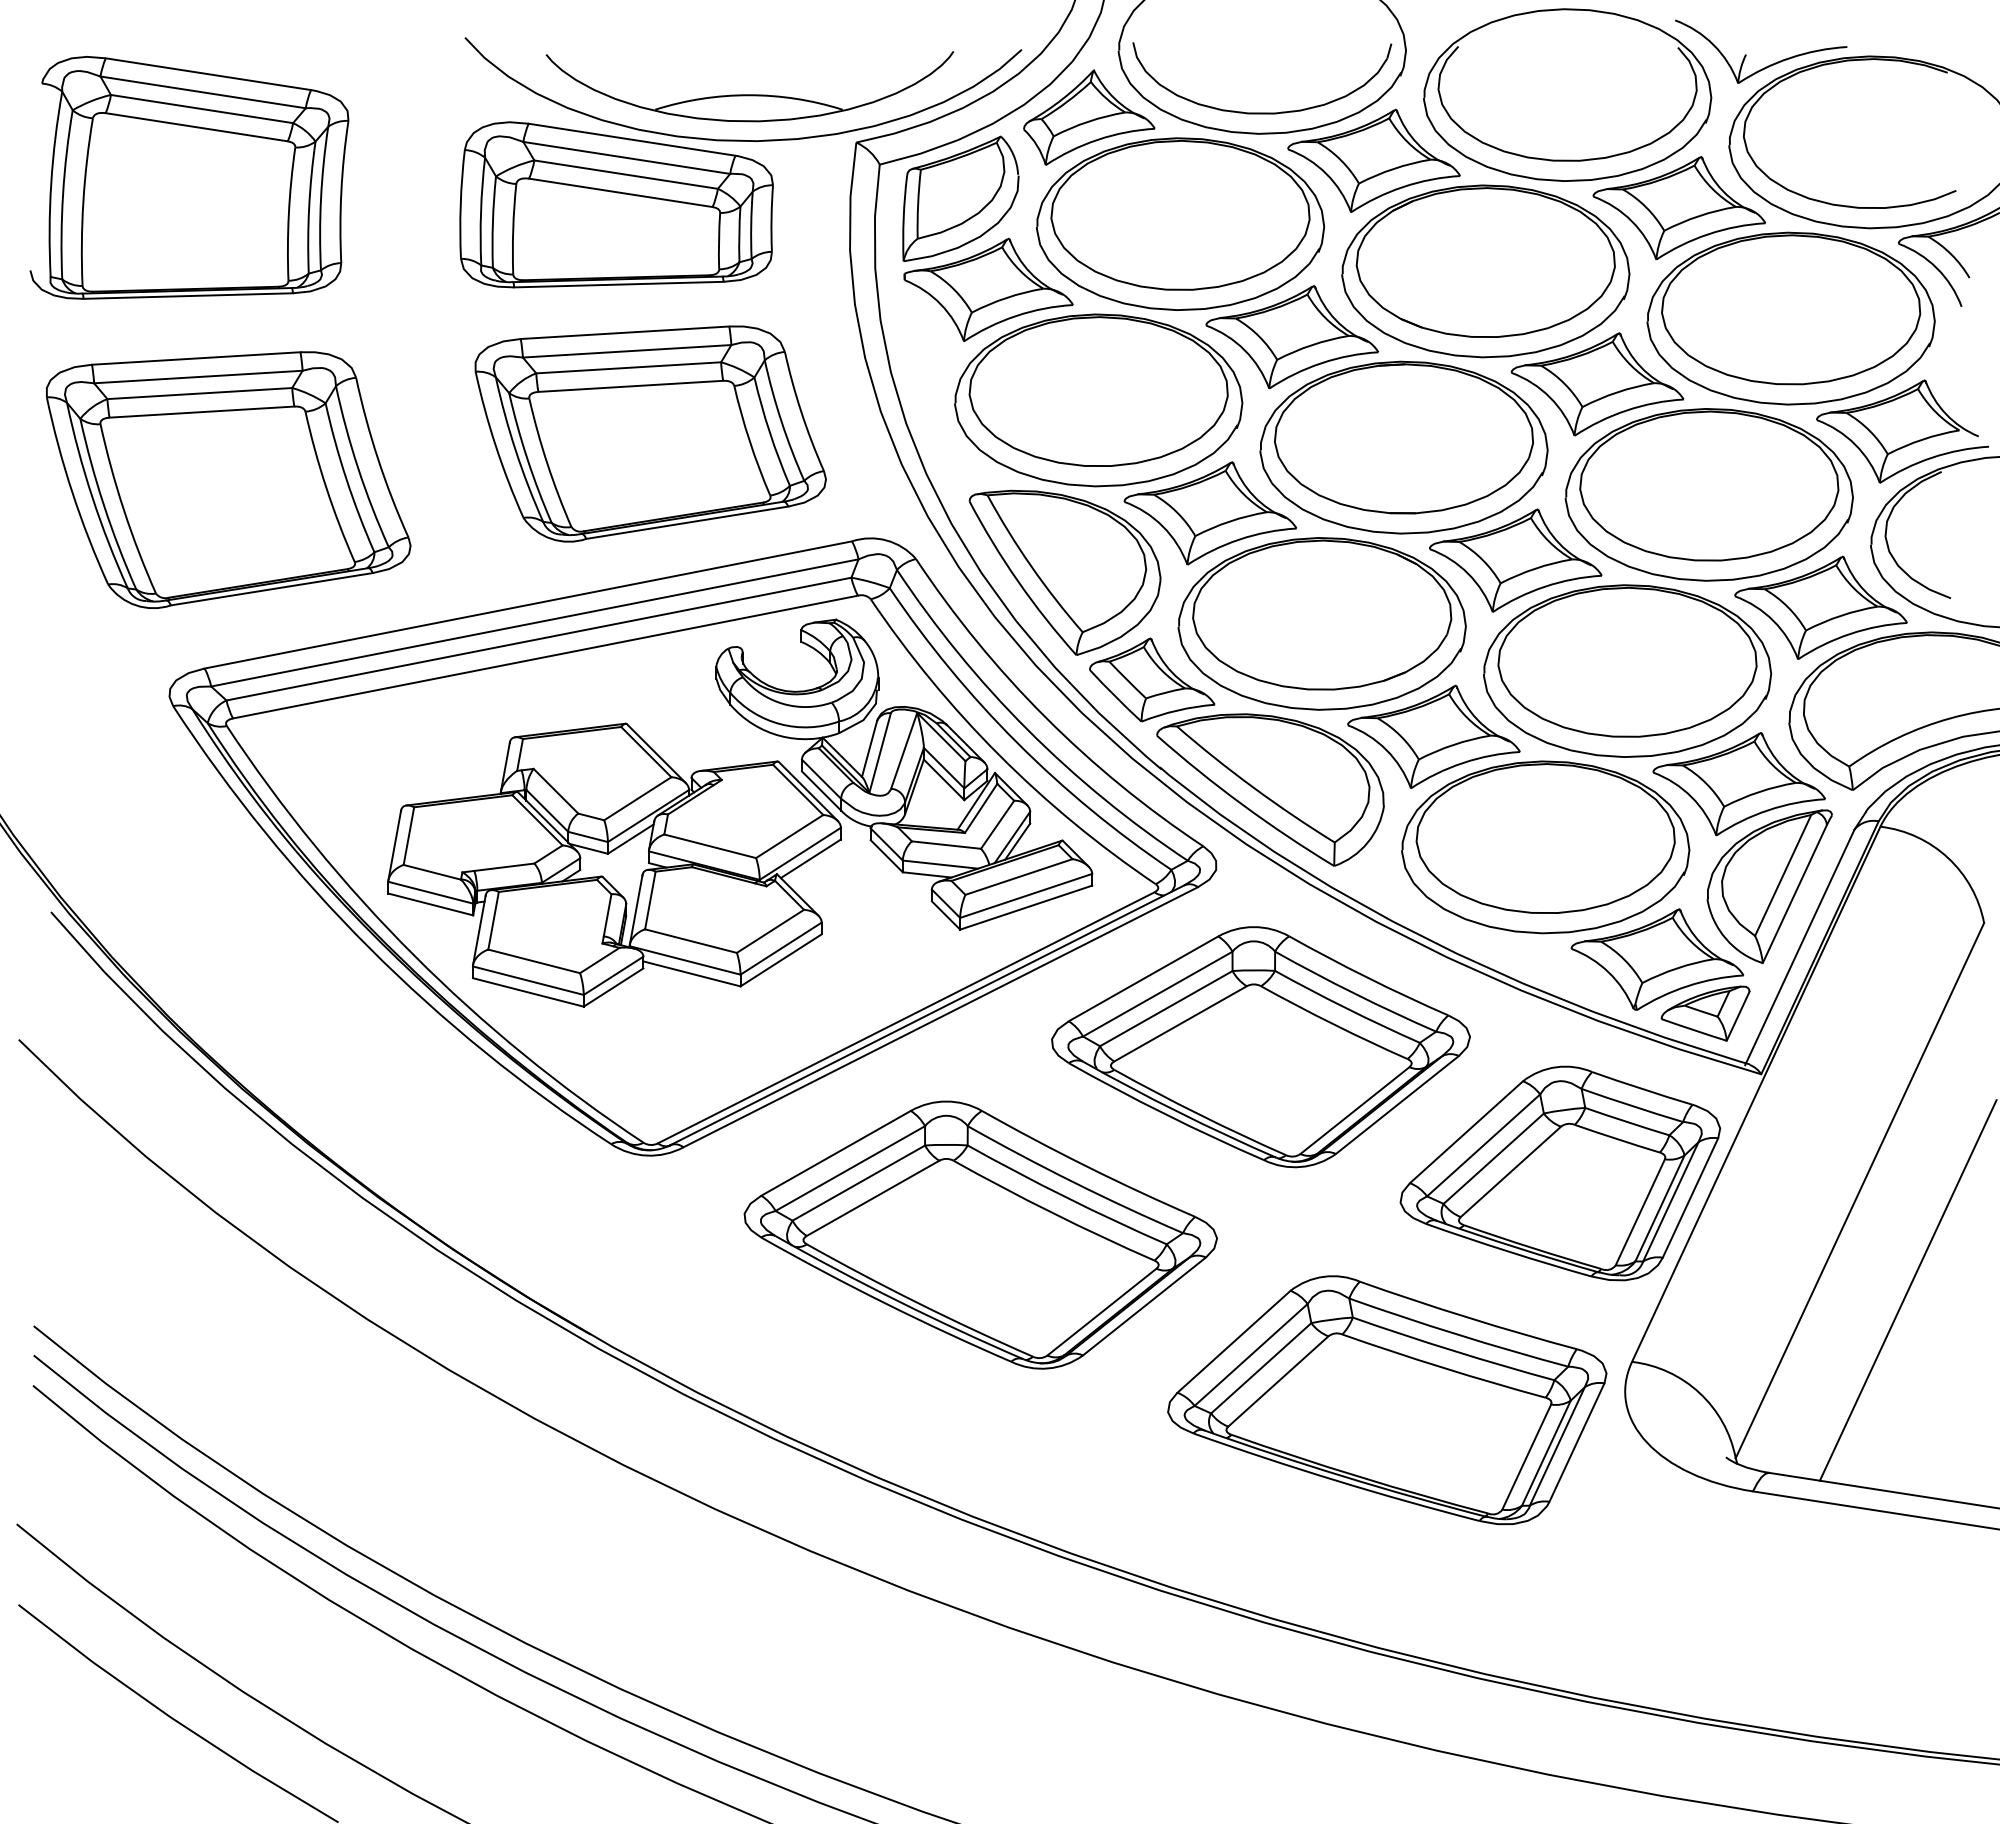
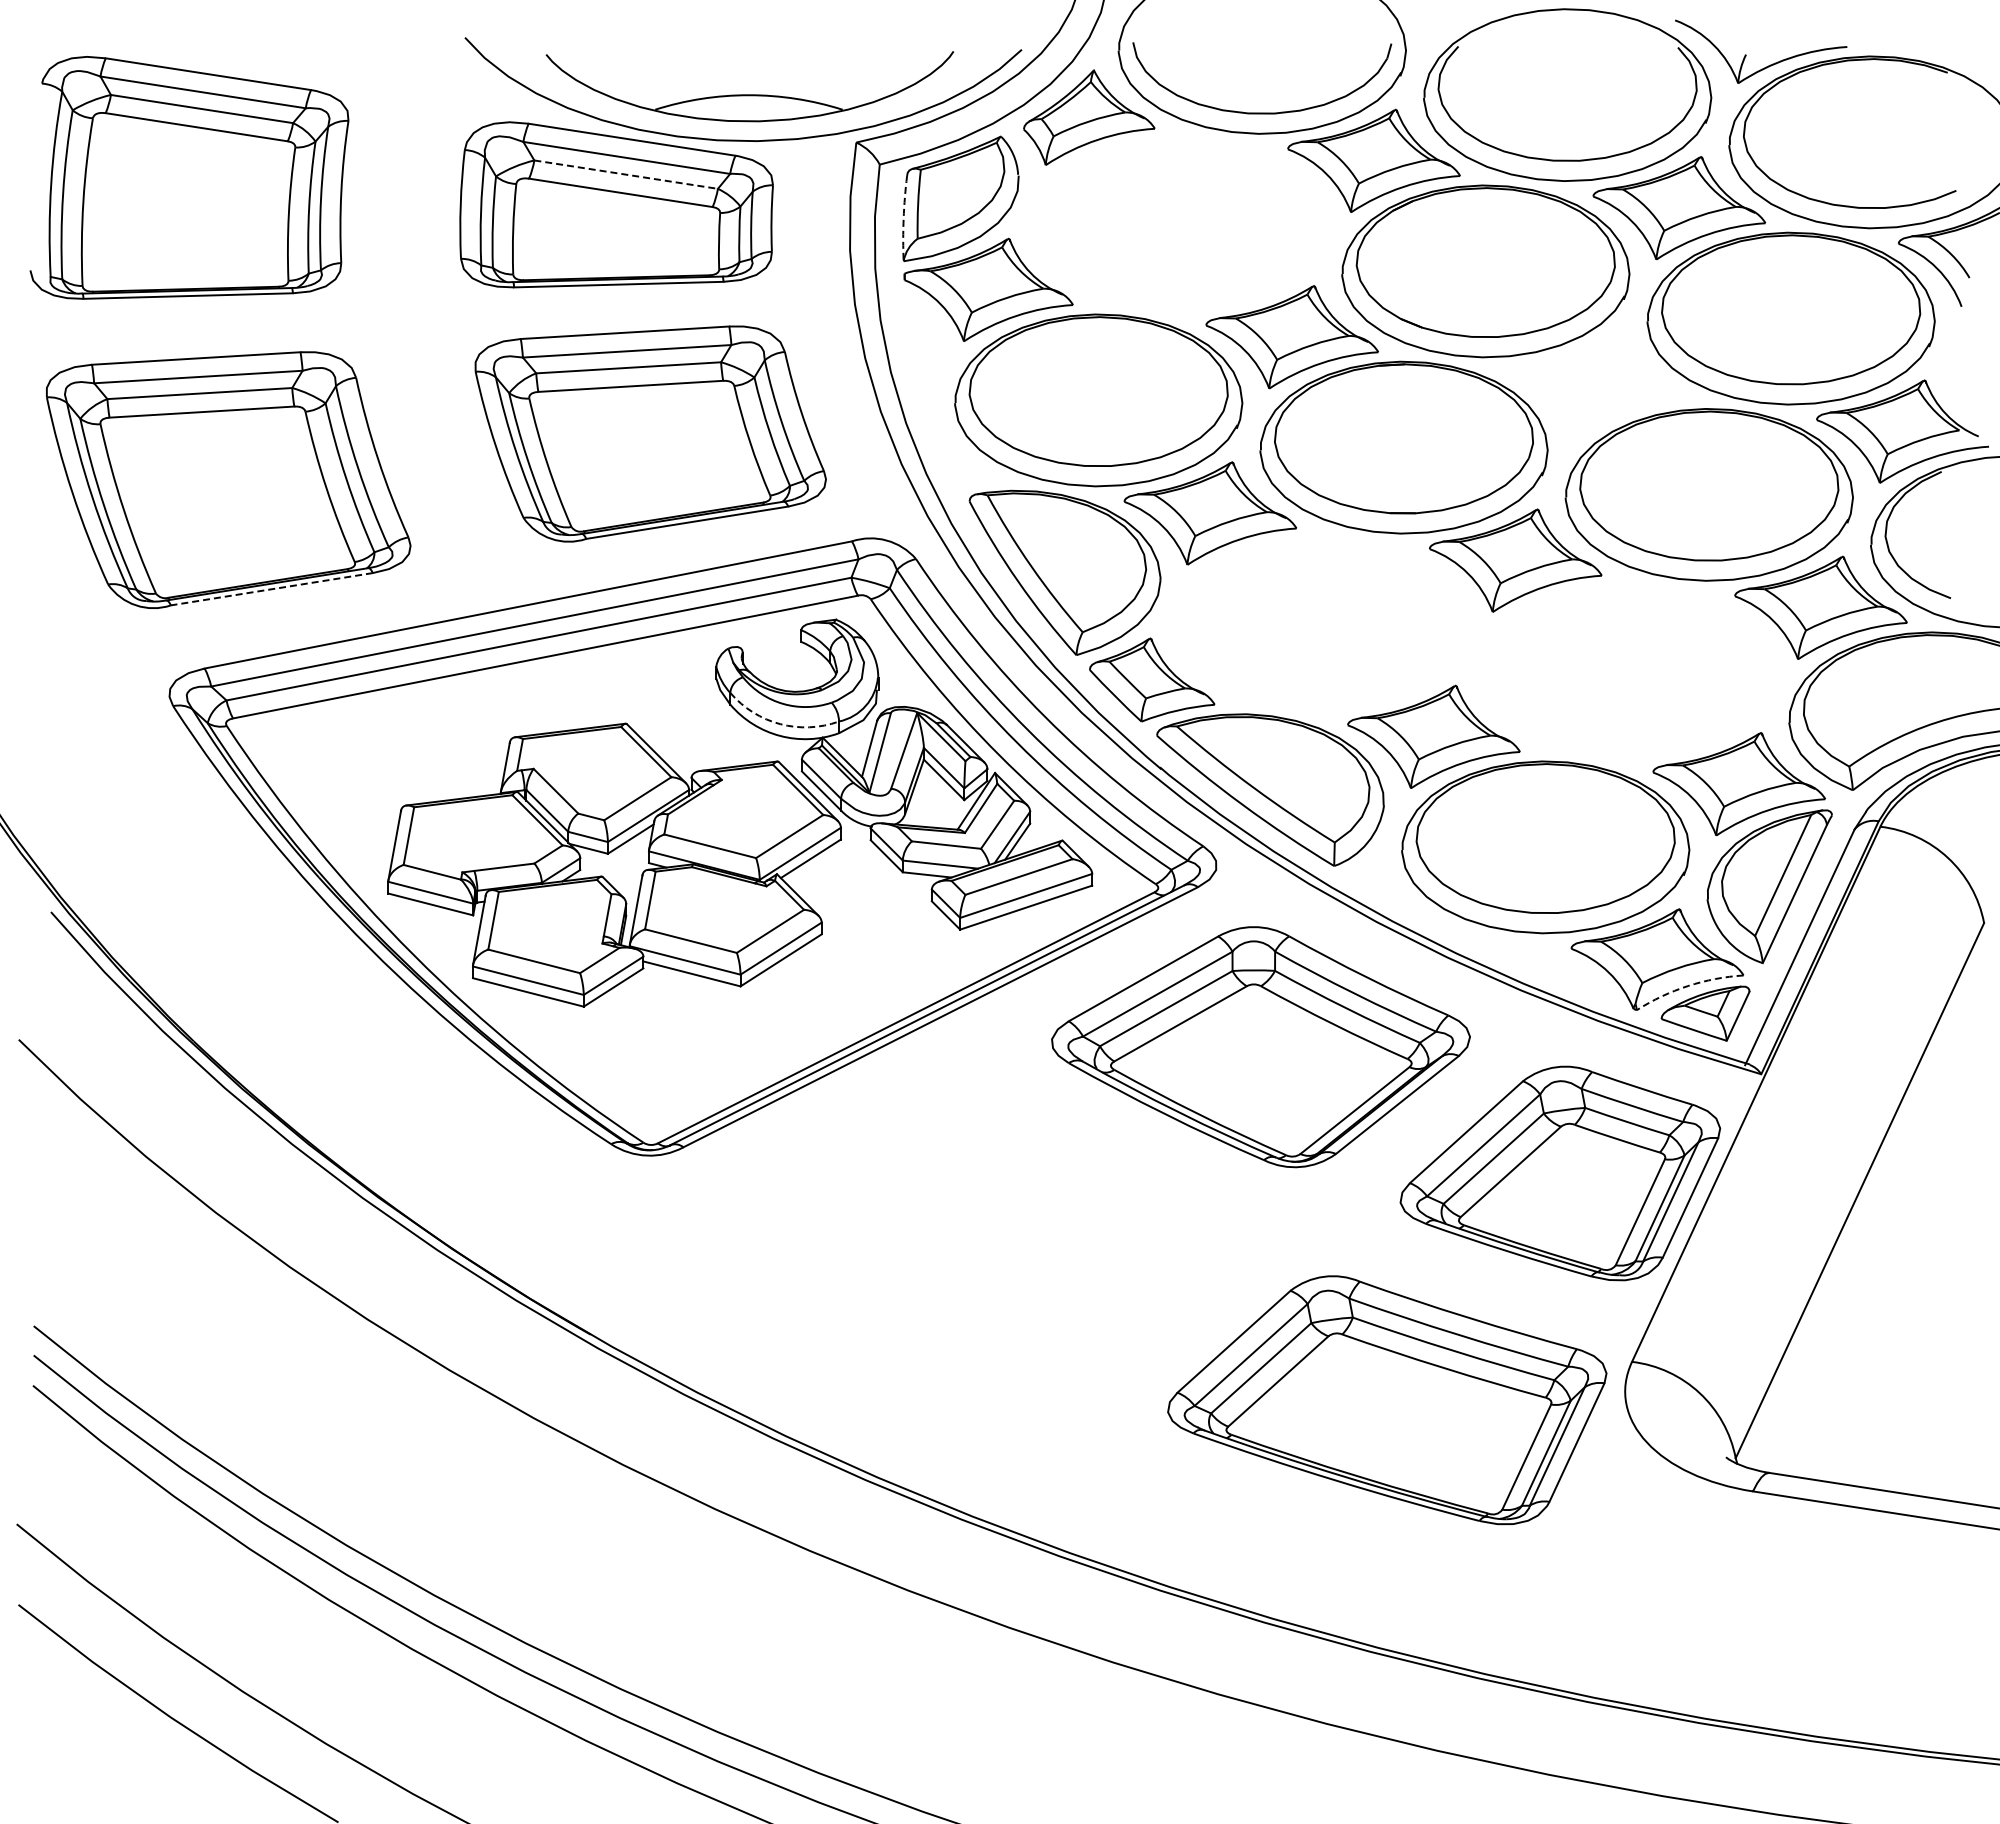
line at (626, 174): solid -> dashed
arc at (903, 218): solid -> dashed
part at (1180, 223): present -> none
part at (1597, 384): present -> none
line at (271, 589): solid -> dashed
part at (1321, 623): present -> none
part at (1627, 670): present -> none
arc at (780, 724): solid -> dashed
arc at (1688, 986): solid -> dashed
part at (980, 1234): present -> none
line at (1907, 1290): present -> none
